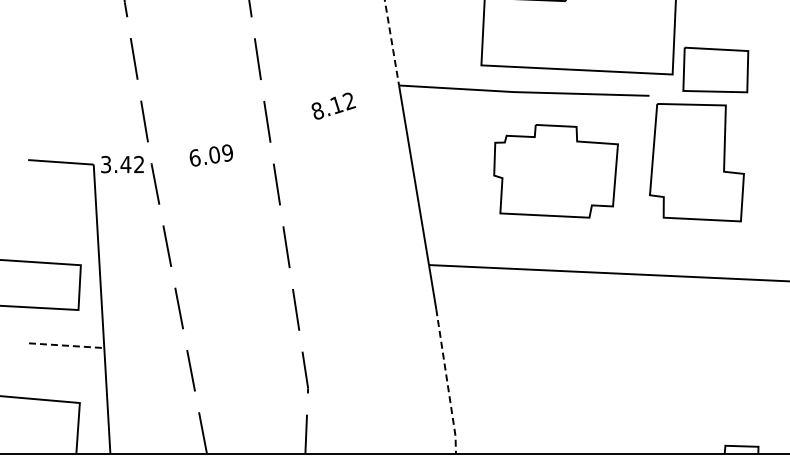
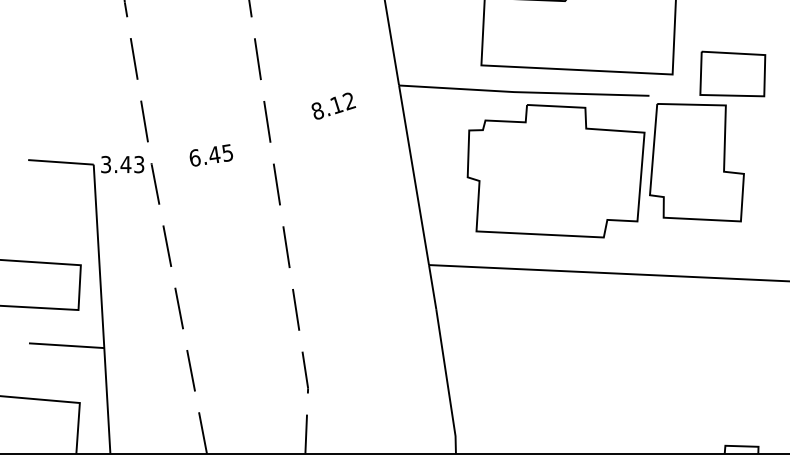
line at (391, 43): dashed -> solid
part at (715, 69) position: (715, 69) -> (732, 73)
text at (221, 153): 6.09 -> 6.45
text at (139, 164): 3.42 -> 3.43
part at (555, 171) size: 126x95 px -> 180x135 px
line at (66, 345): dashed -> solid
line at (447, 382): dashed -> solid
